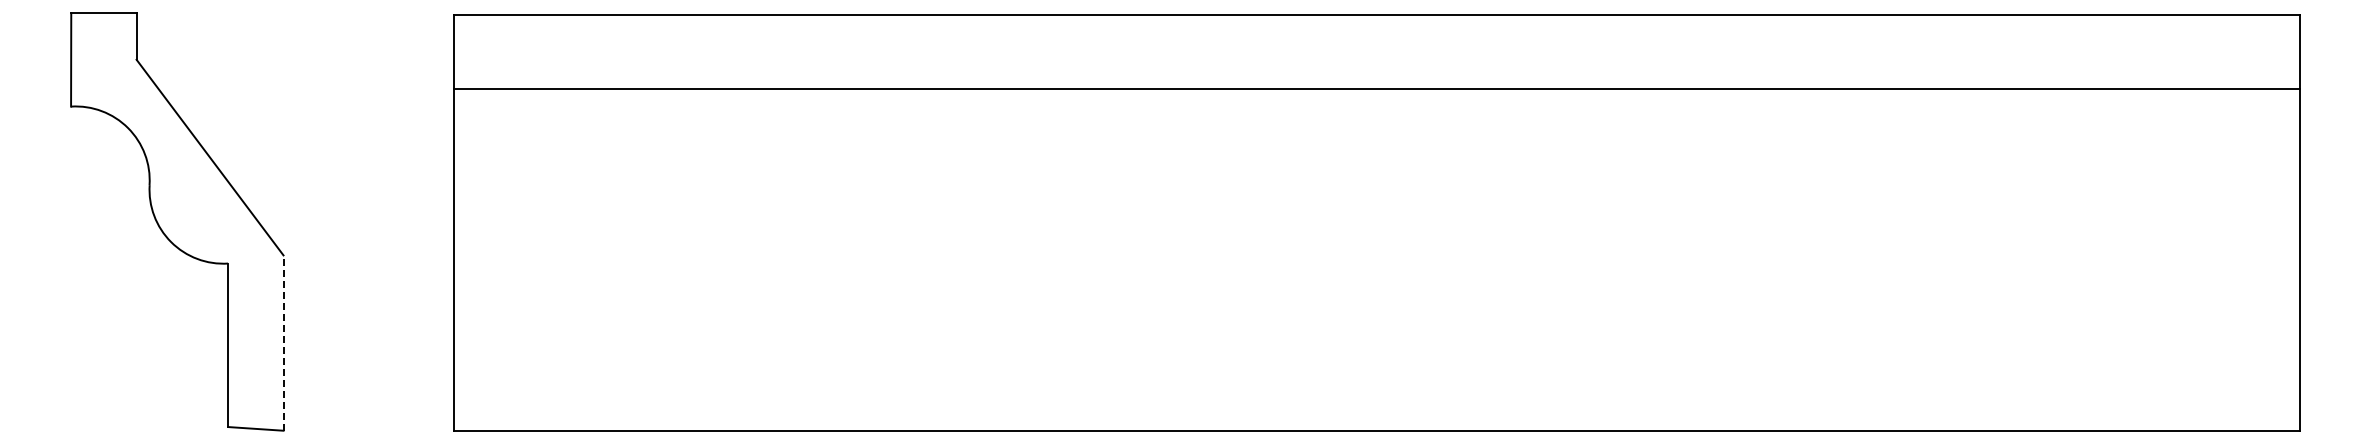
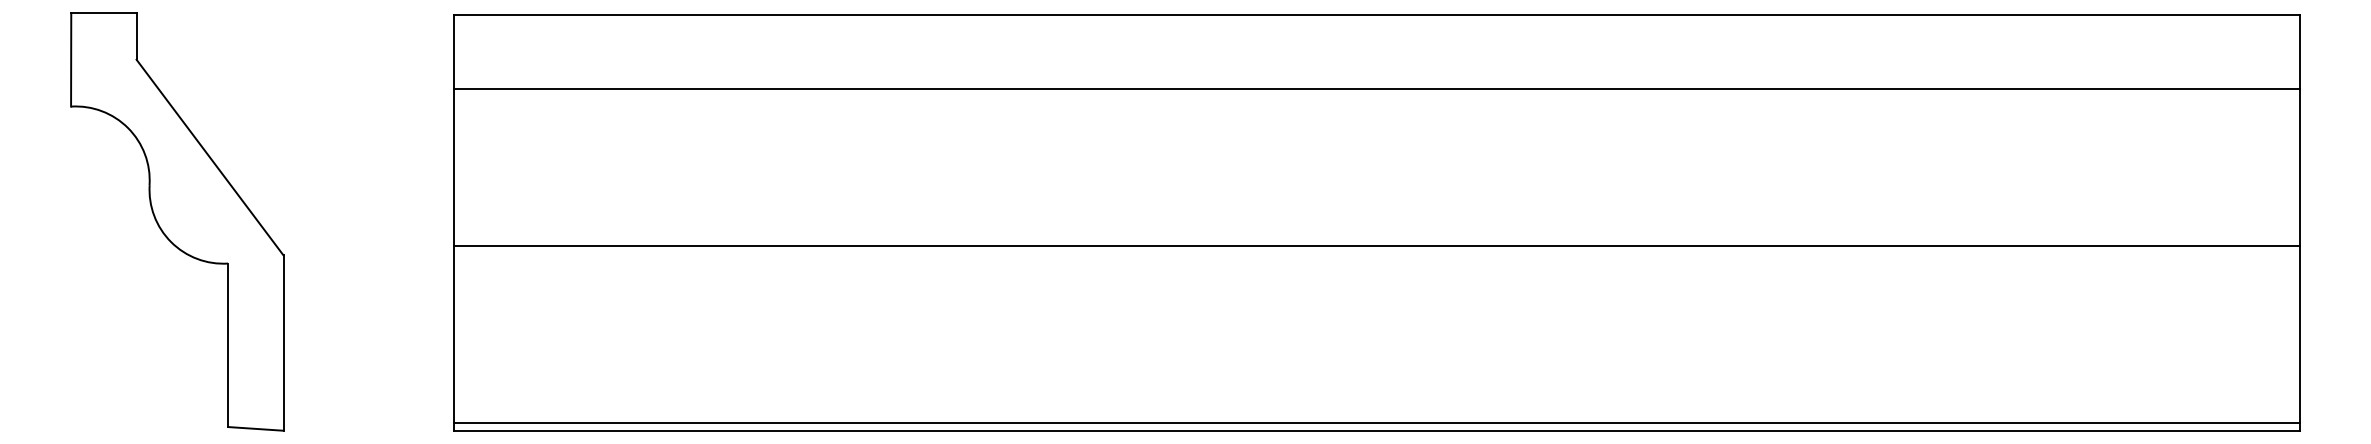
line at (1376, 246): none -> present
line at (283, 343): dashed -> solid
line at (1376, 423): none -> present
